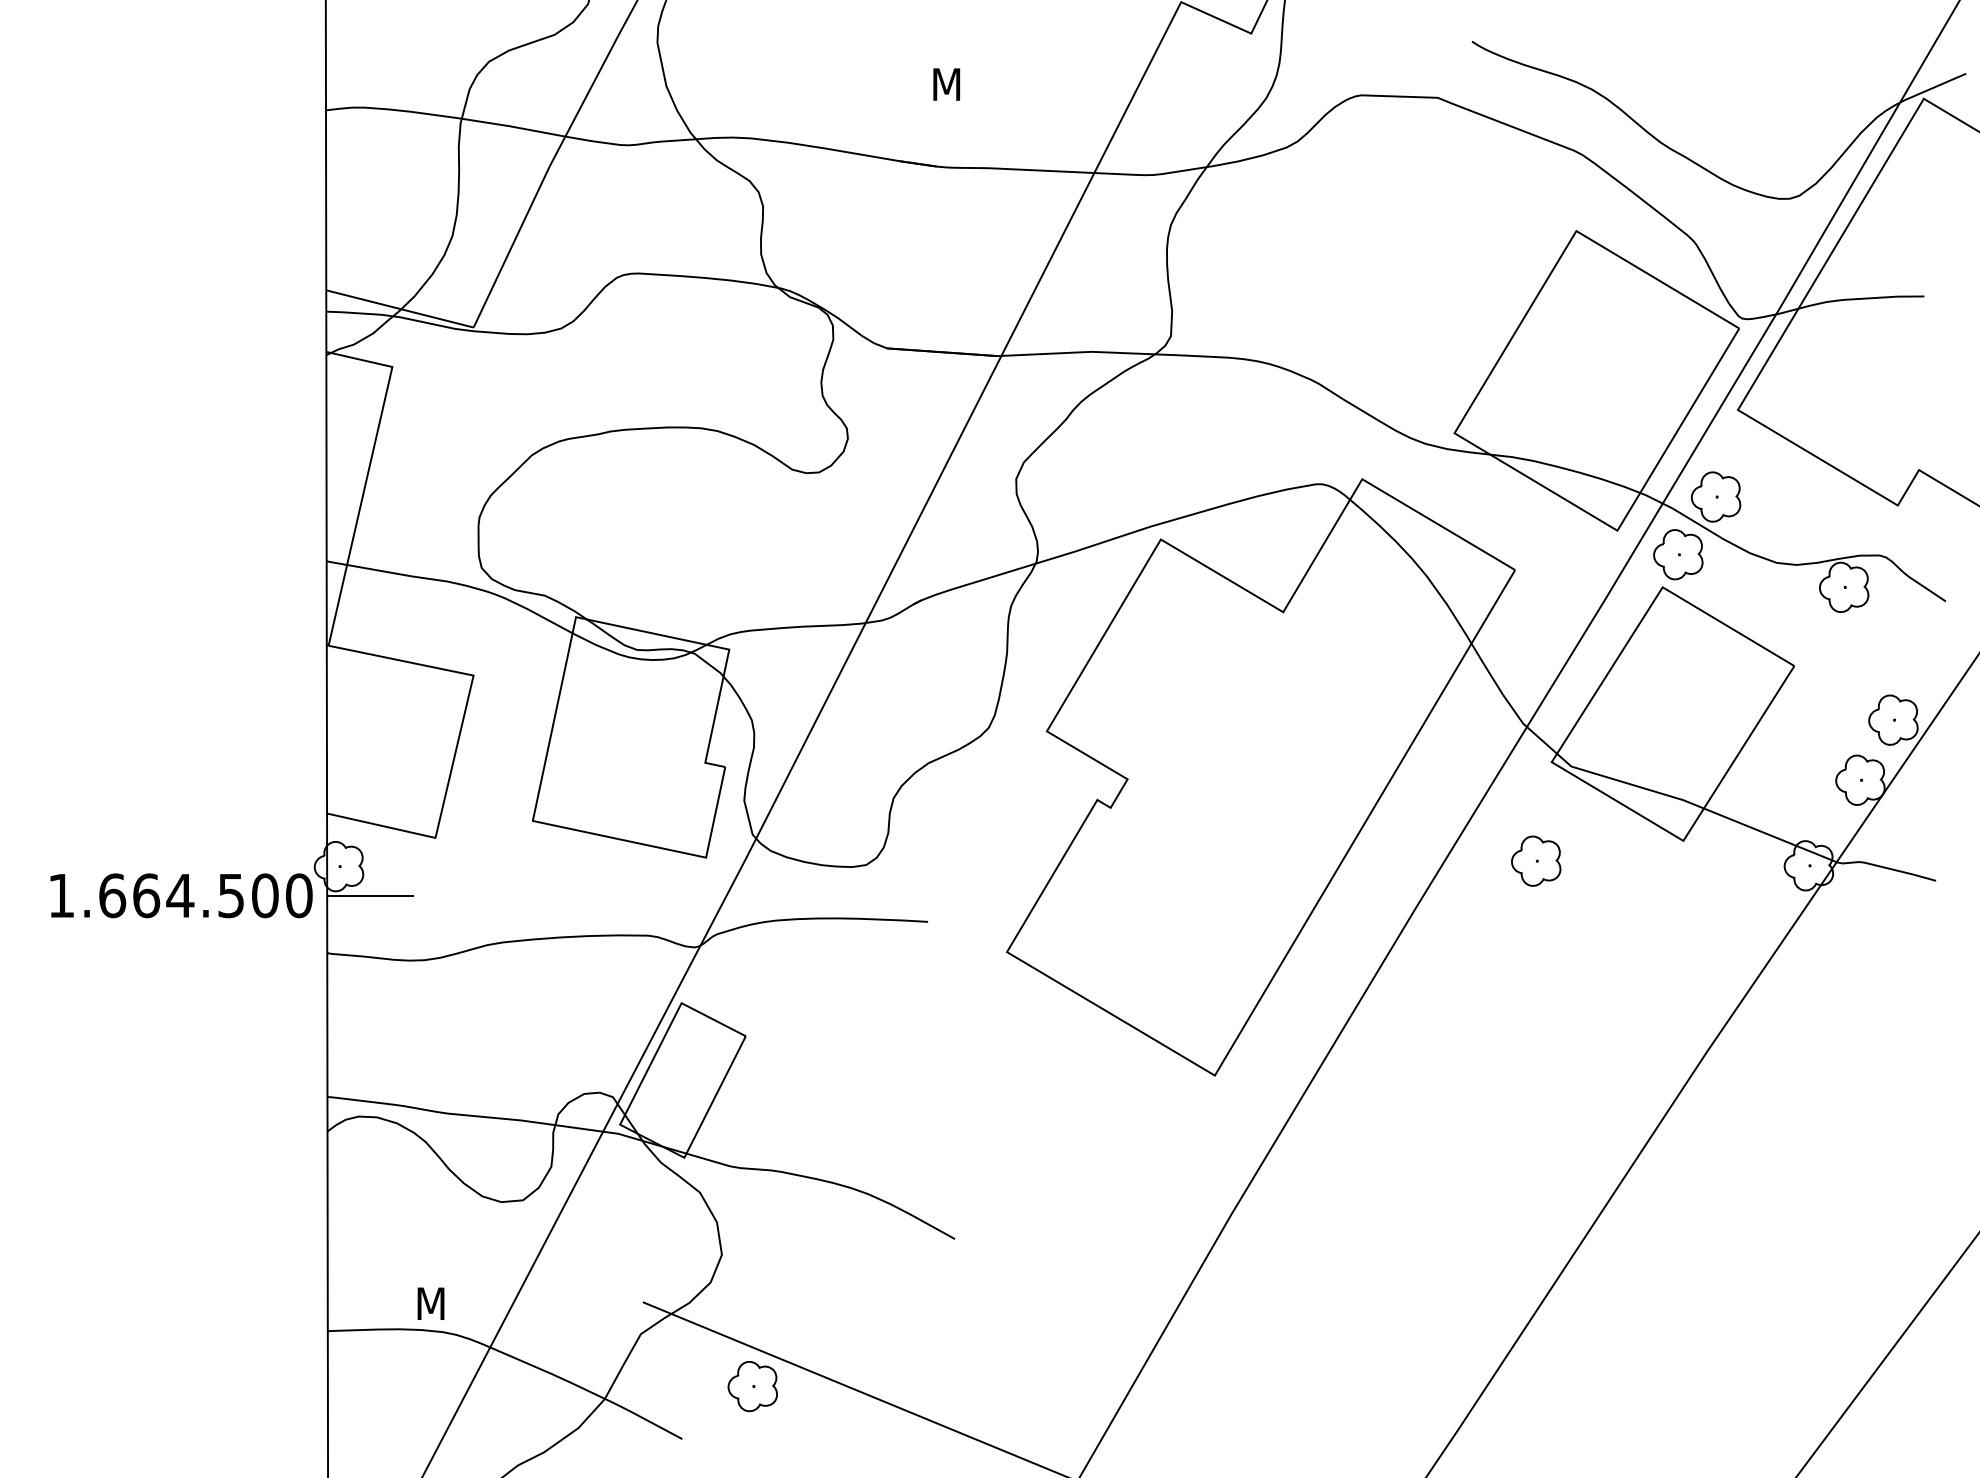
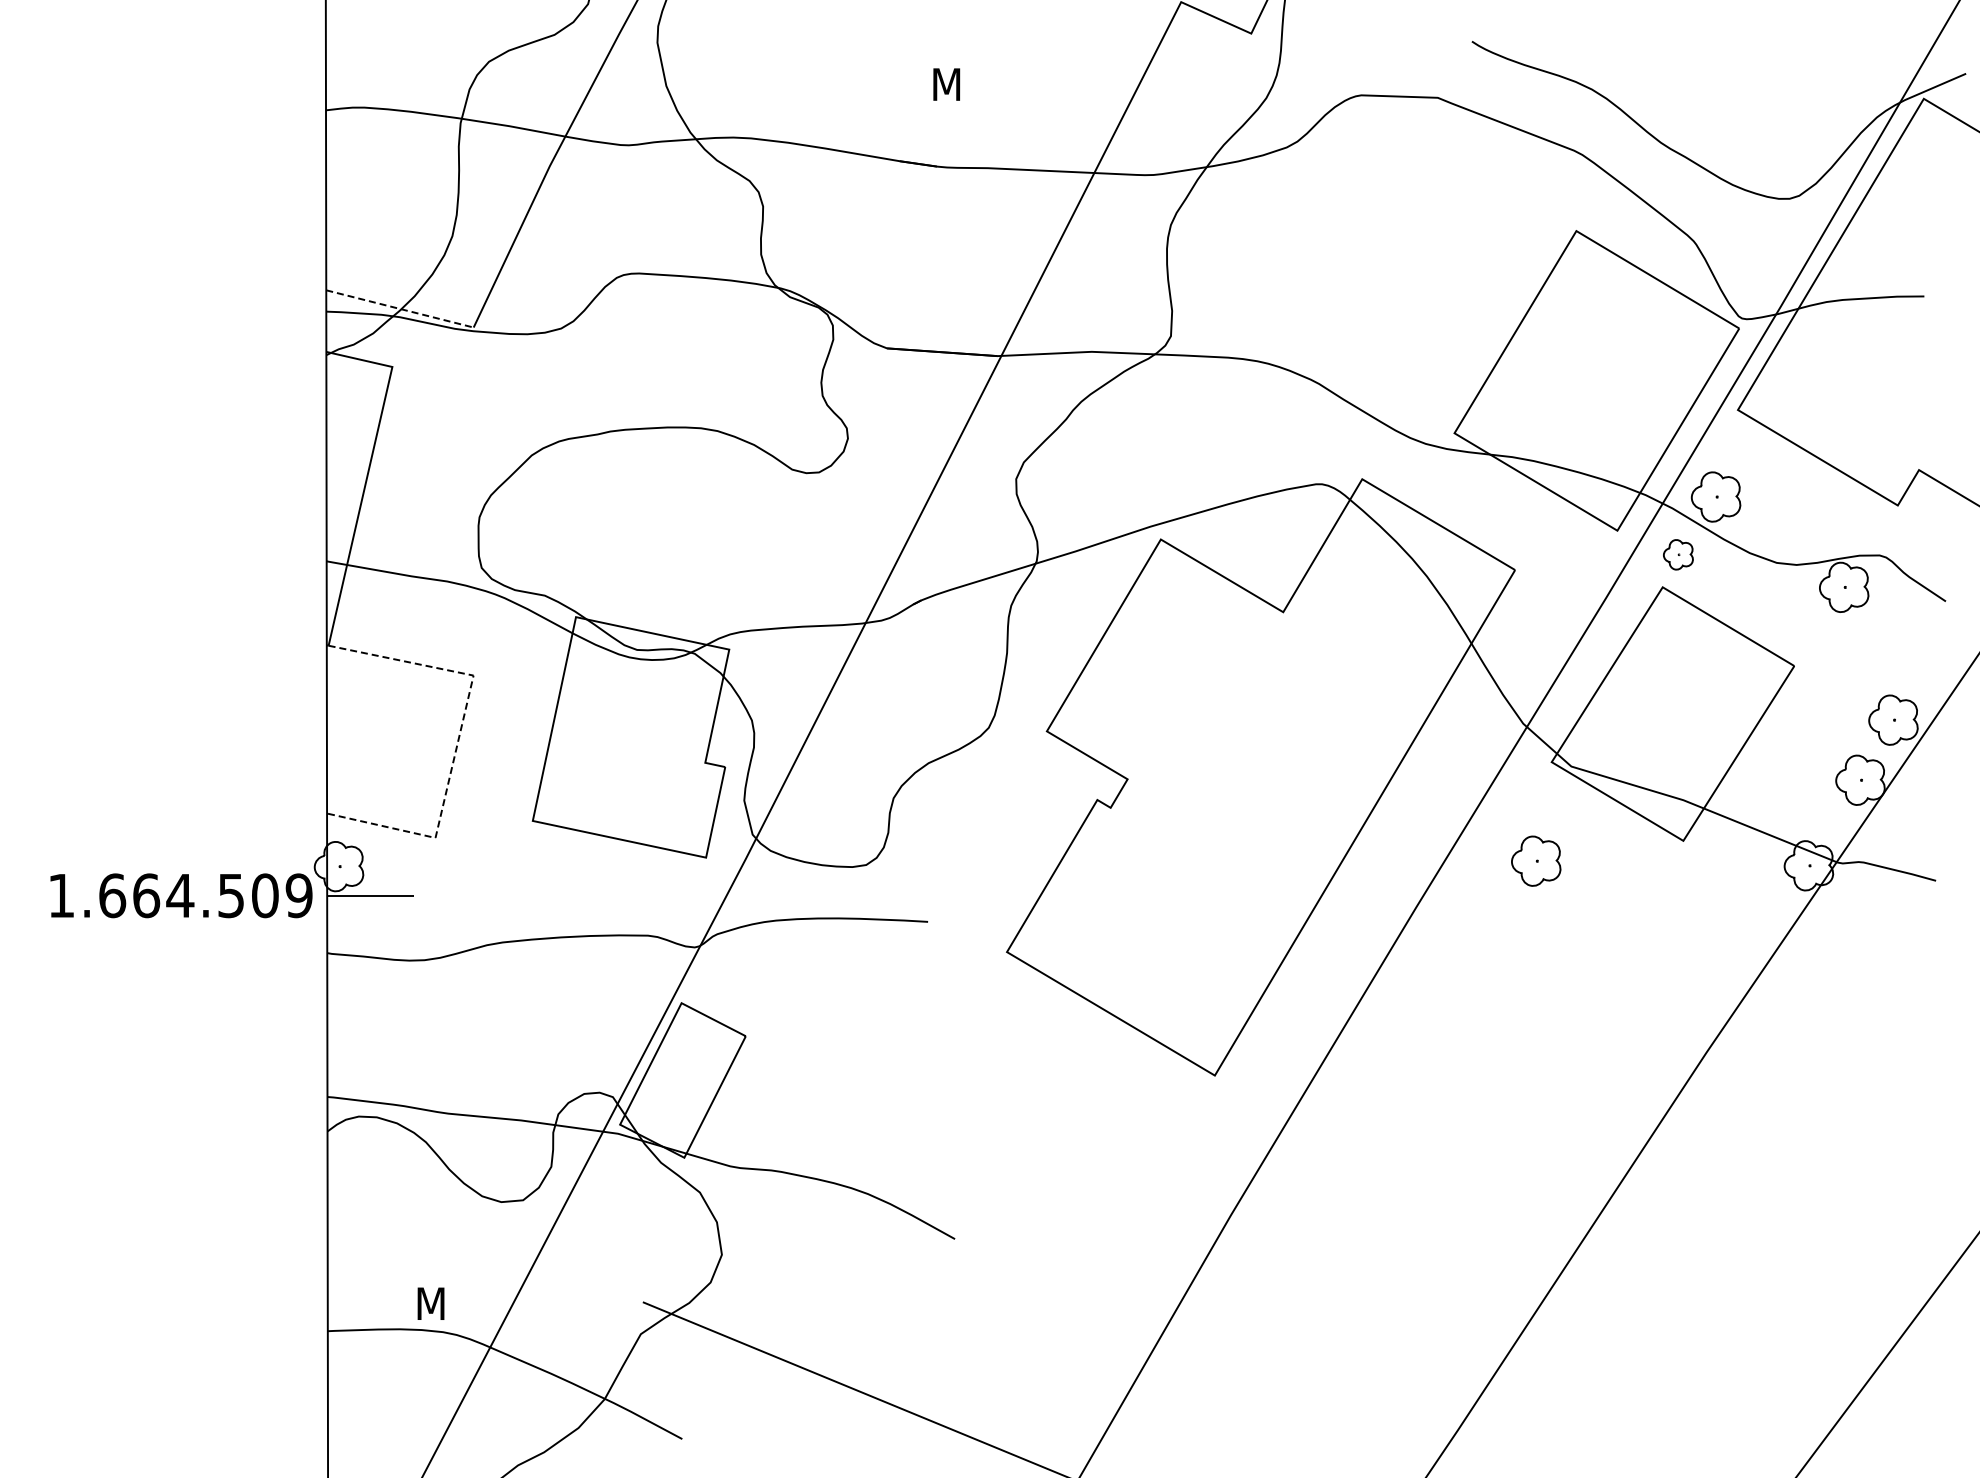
line at (400, 309): solid -> dashed
part at (1678, 554) size: 51x52 px -> 31x32 px
line at (458, 738): solid -> dashed
text at (298, 895): 1.664.500 -> 1.664.509
part at (752, 1386): present -> none
